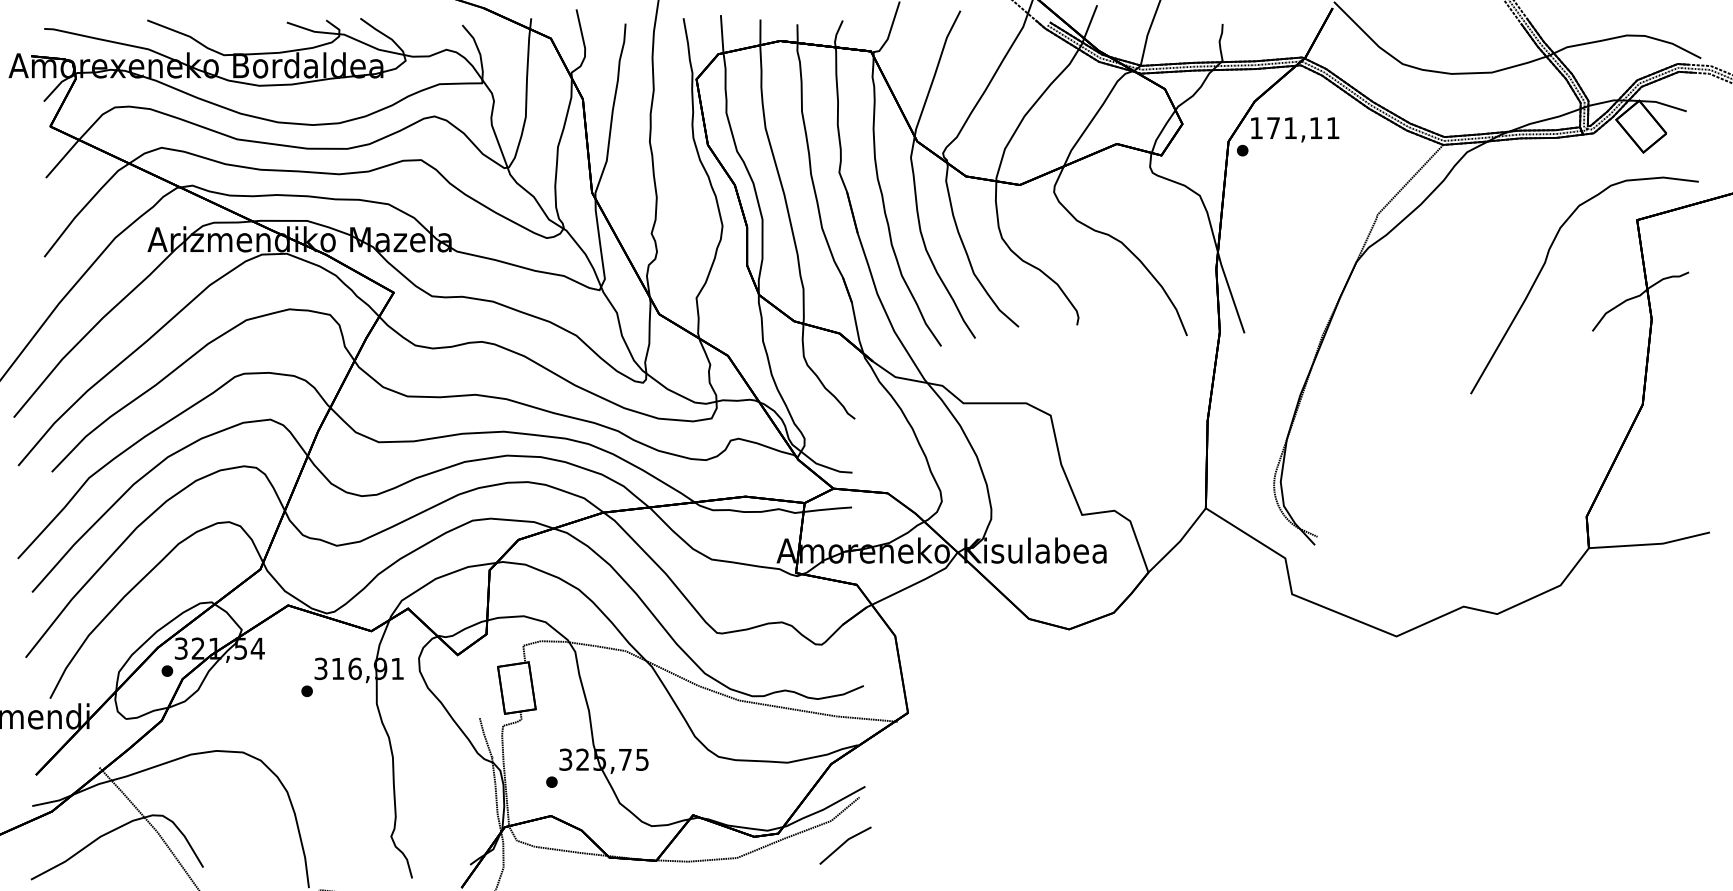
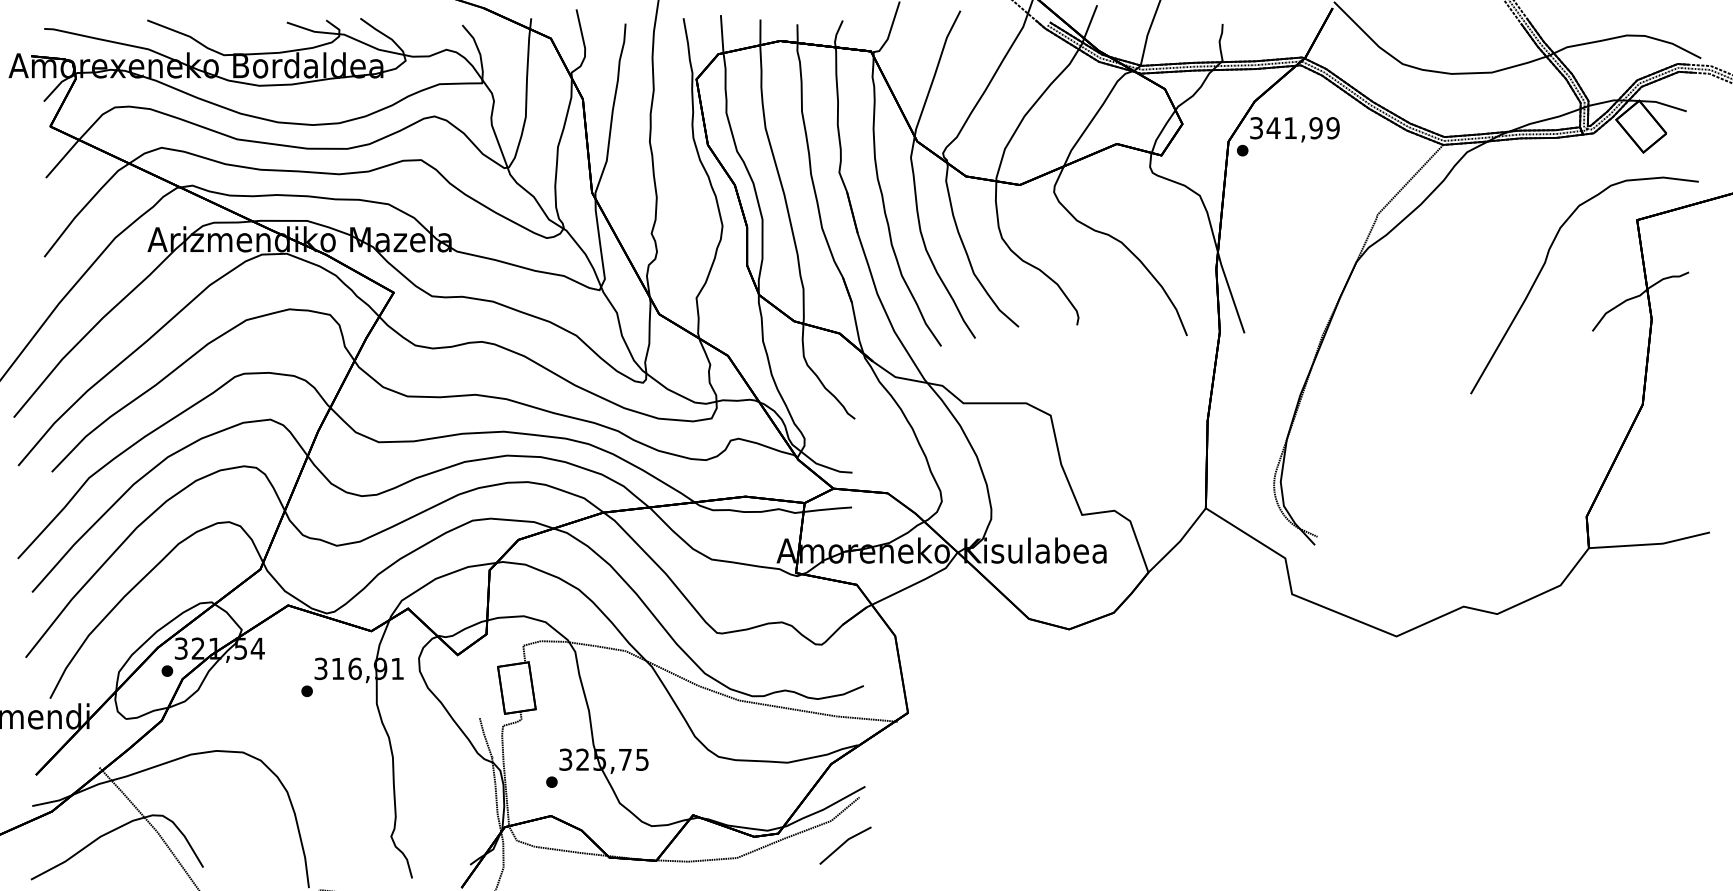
text at (1294, 128): 171,11 -> 341,99
